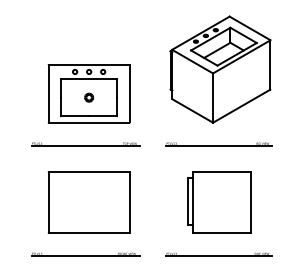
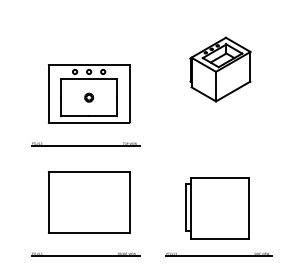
part at (220, 69) size: 103x109 px -> 63x67 px
part at (218, 144): present -> none
part at (219, 202) position: (219, 202) -> (217, 208)
